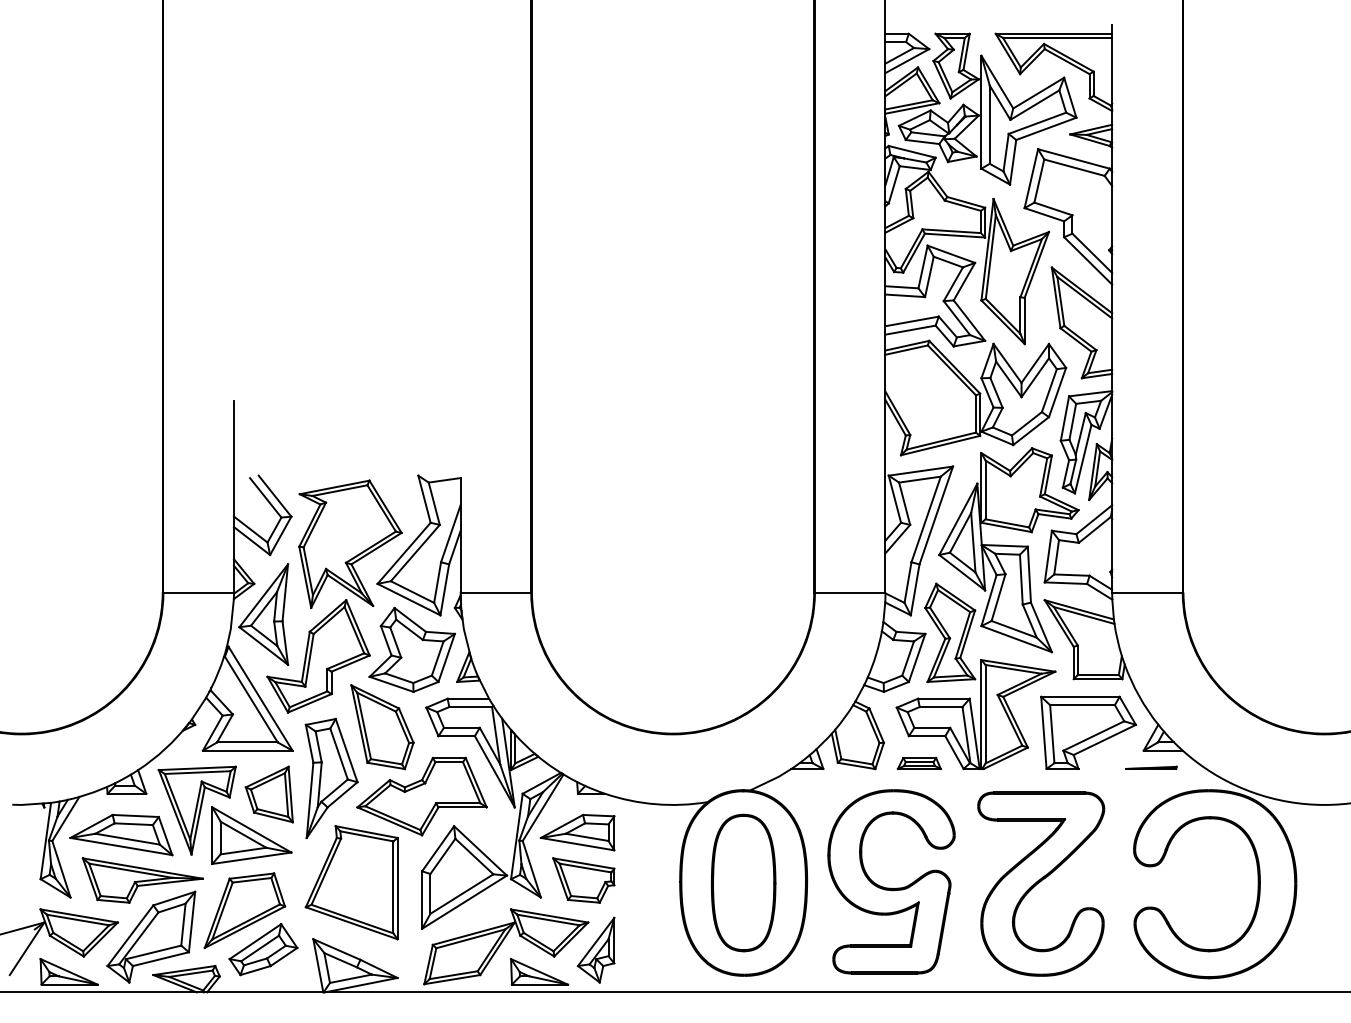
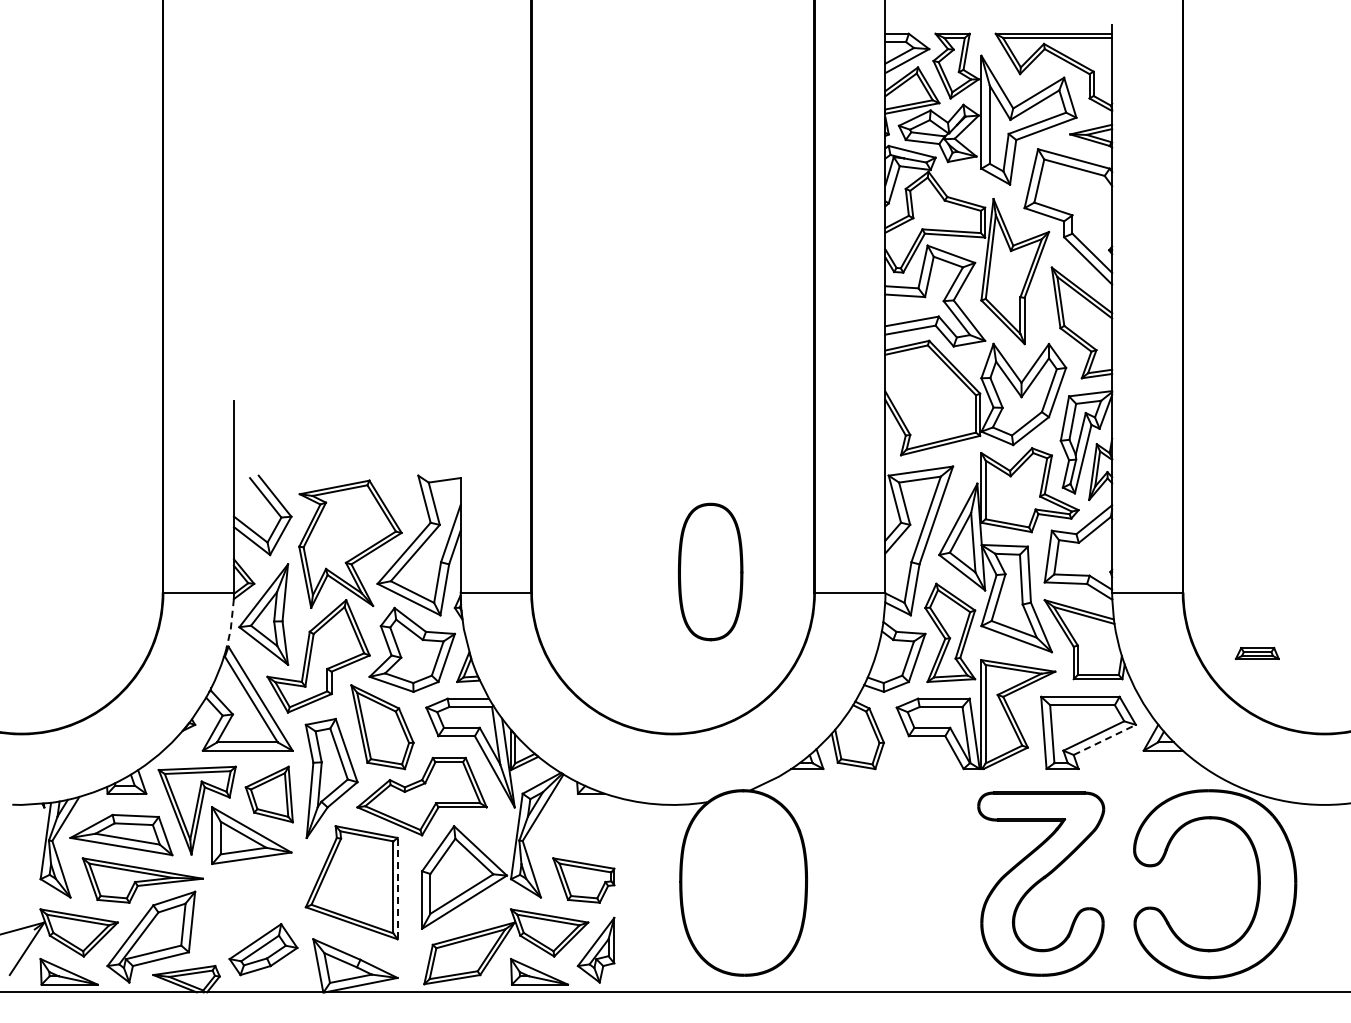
line at (231, 624): solid -> dashed
line at (1104, 739): solid -> dashed
part at (918, 763) position: (918, 763) -> (1256, 653)
line at (1151, 767): present -> none
part at (577, 832): present -> none
part at (891, 881): present -> none
part at (743, 882) position: (743, 882) -> (710, 571)
line at (397, 888): solid -> dashed
part at (244, 910): present -> none
